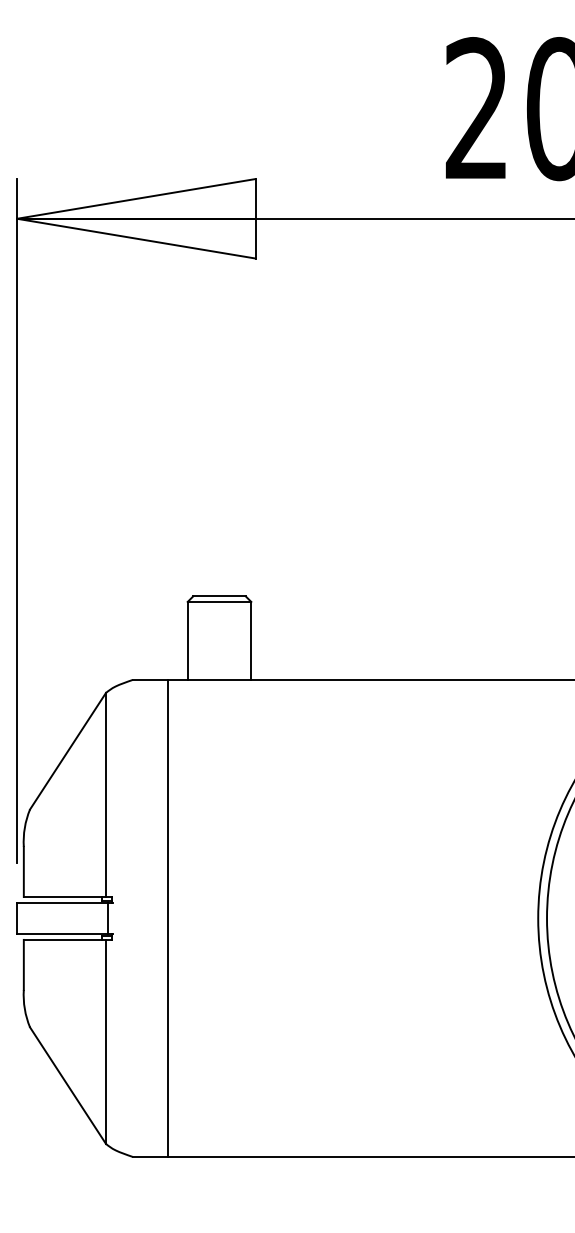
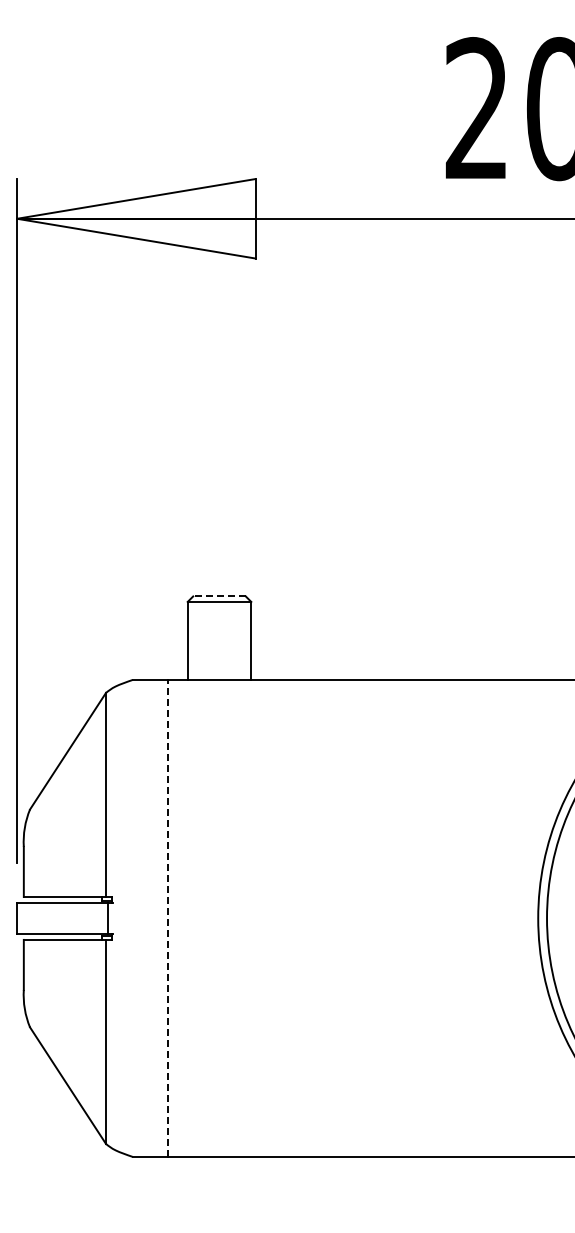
line at (219, 596): solid -> dashed
line at (167, 918): solid -> dashed
